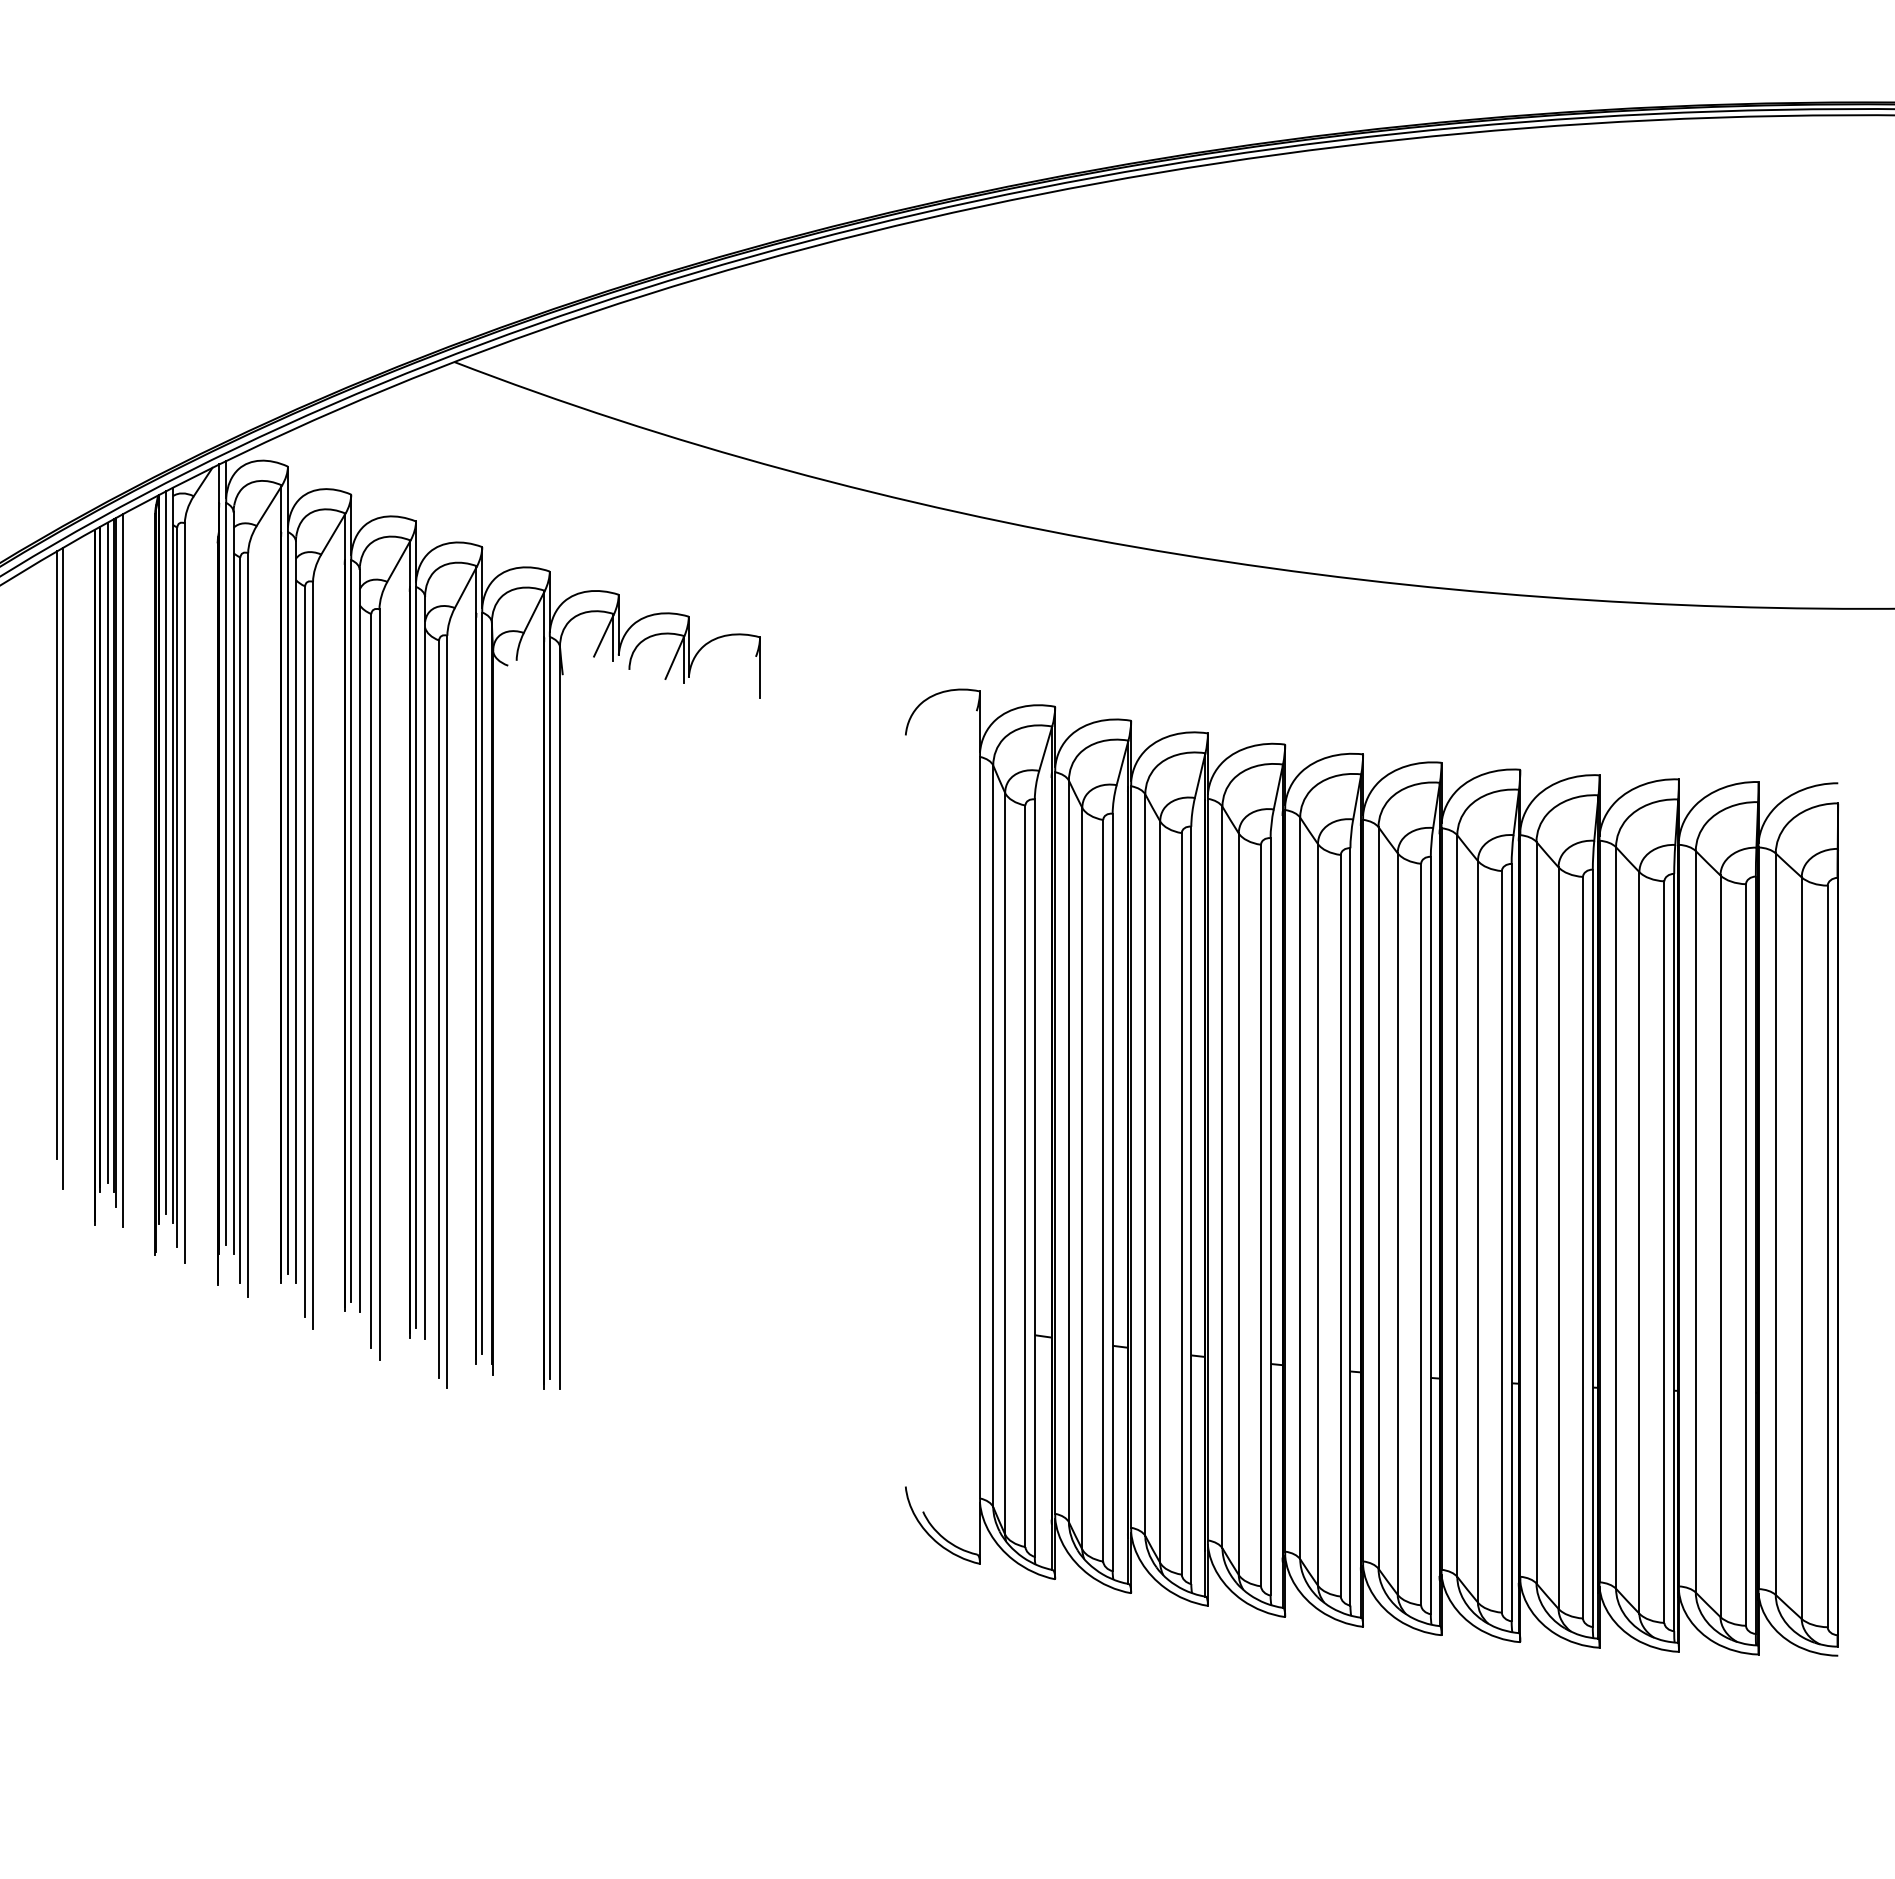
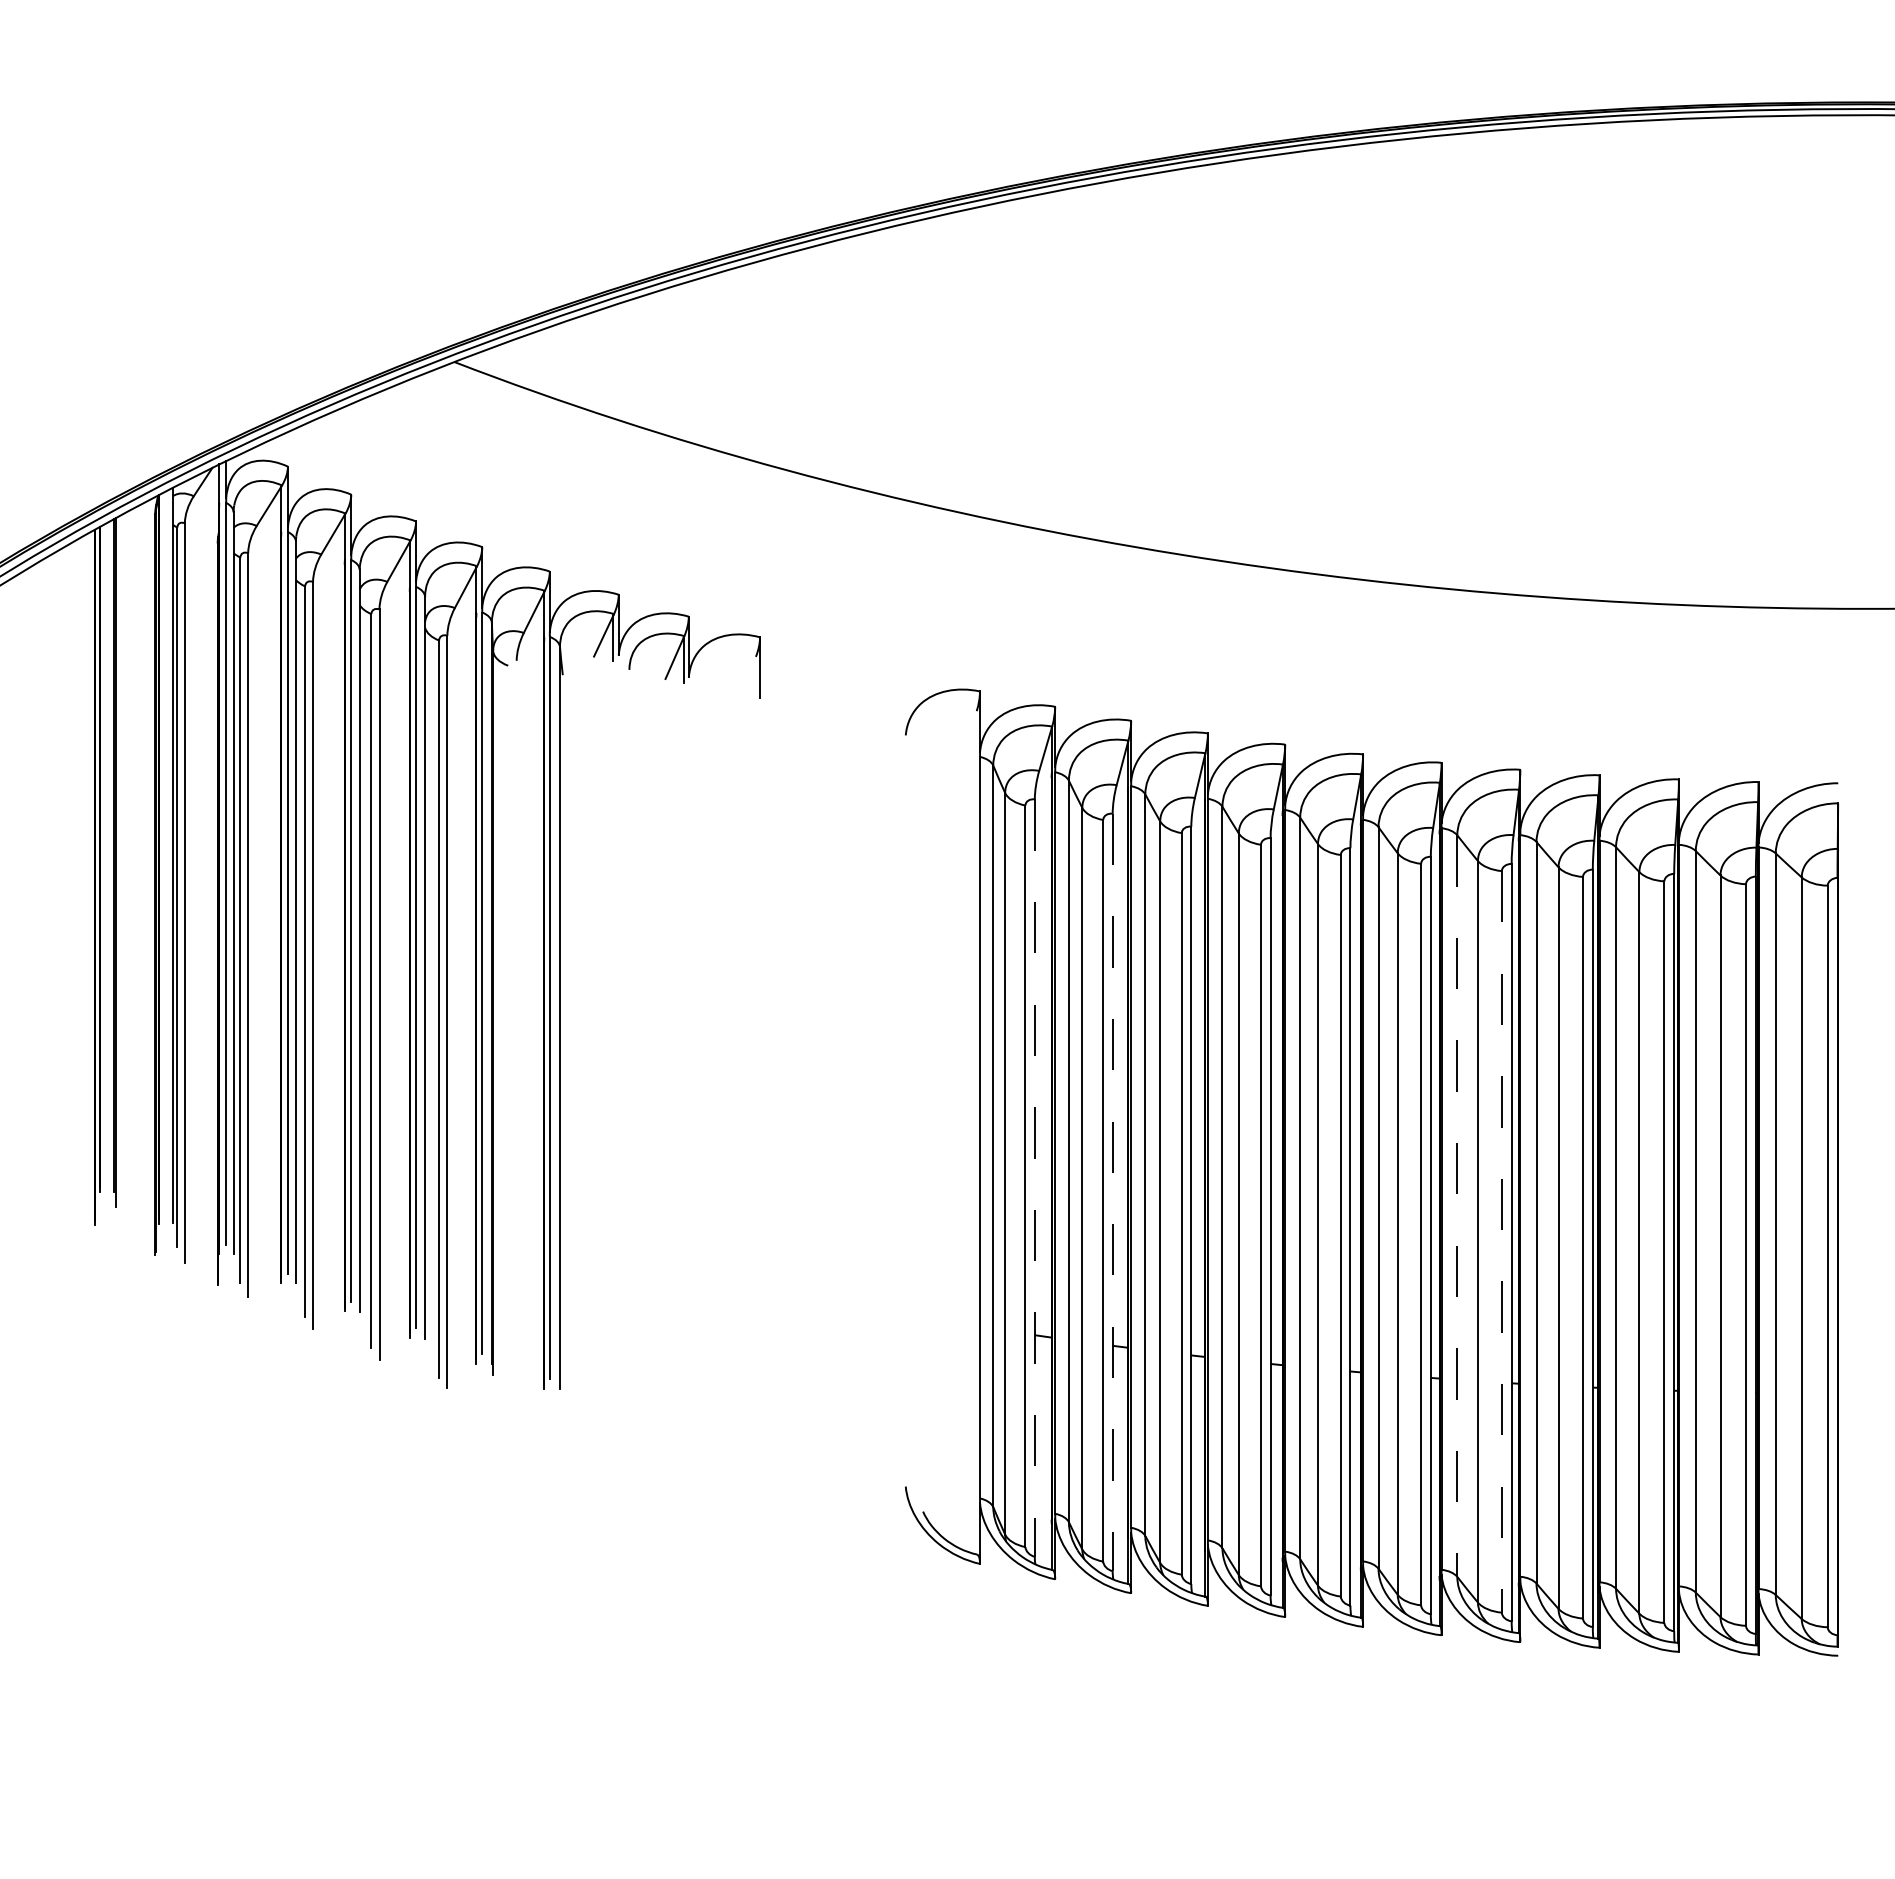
line at (107, 852): present -> none
line at (166, 852): present -> none
line at (56, 855): present -> none
line at (63, 868): present -> none
line at (123, 870): present -> none
line at (1034, 1178): solid -> dashed
line at (1112, 1192): solid -> dashed
line at (1457, 1206): solid -> dashed
line at (1501, 1241): solid -> dashed
